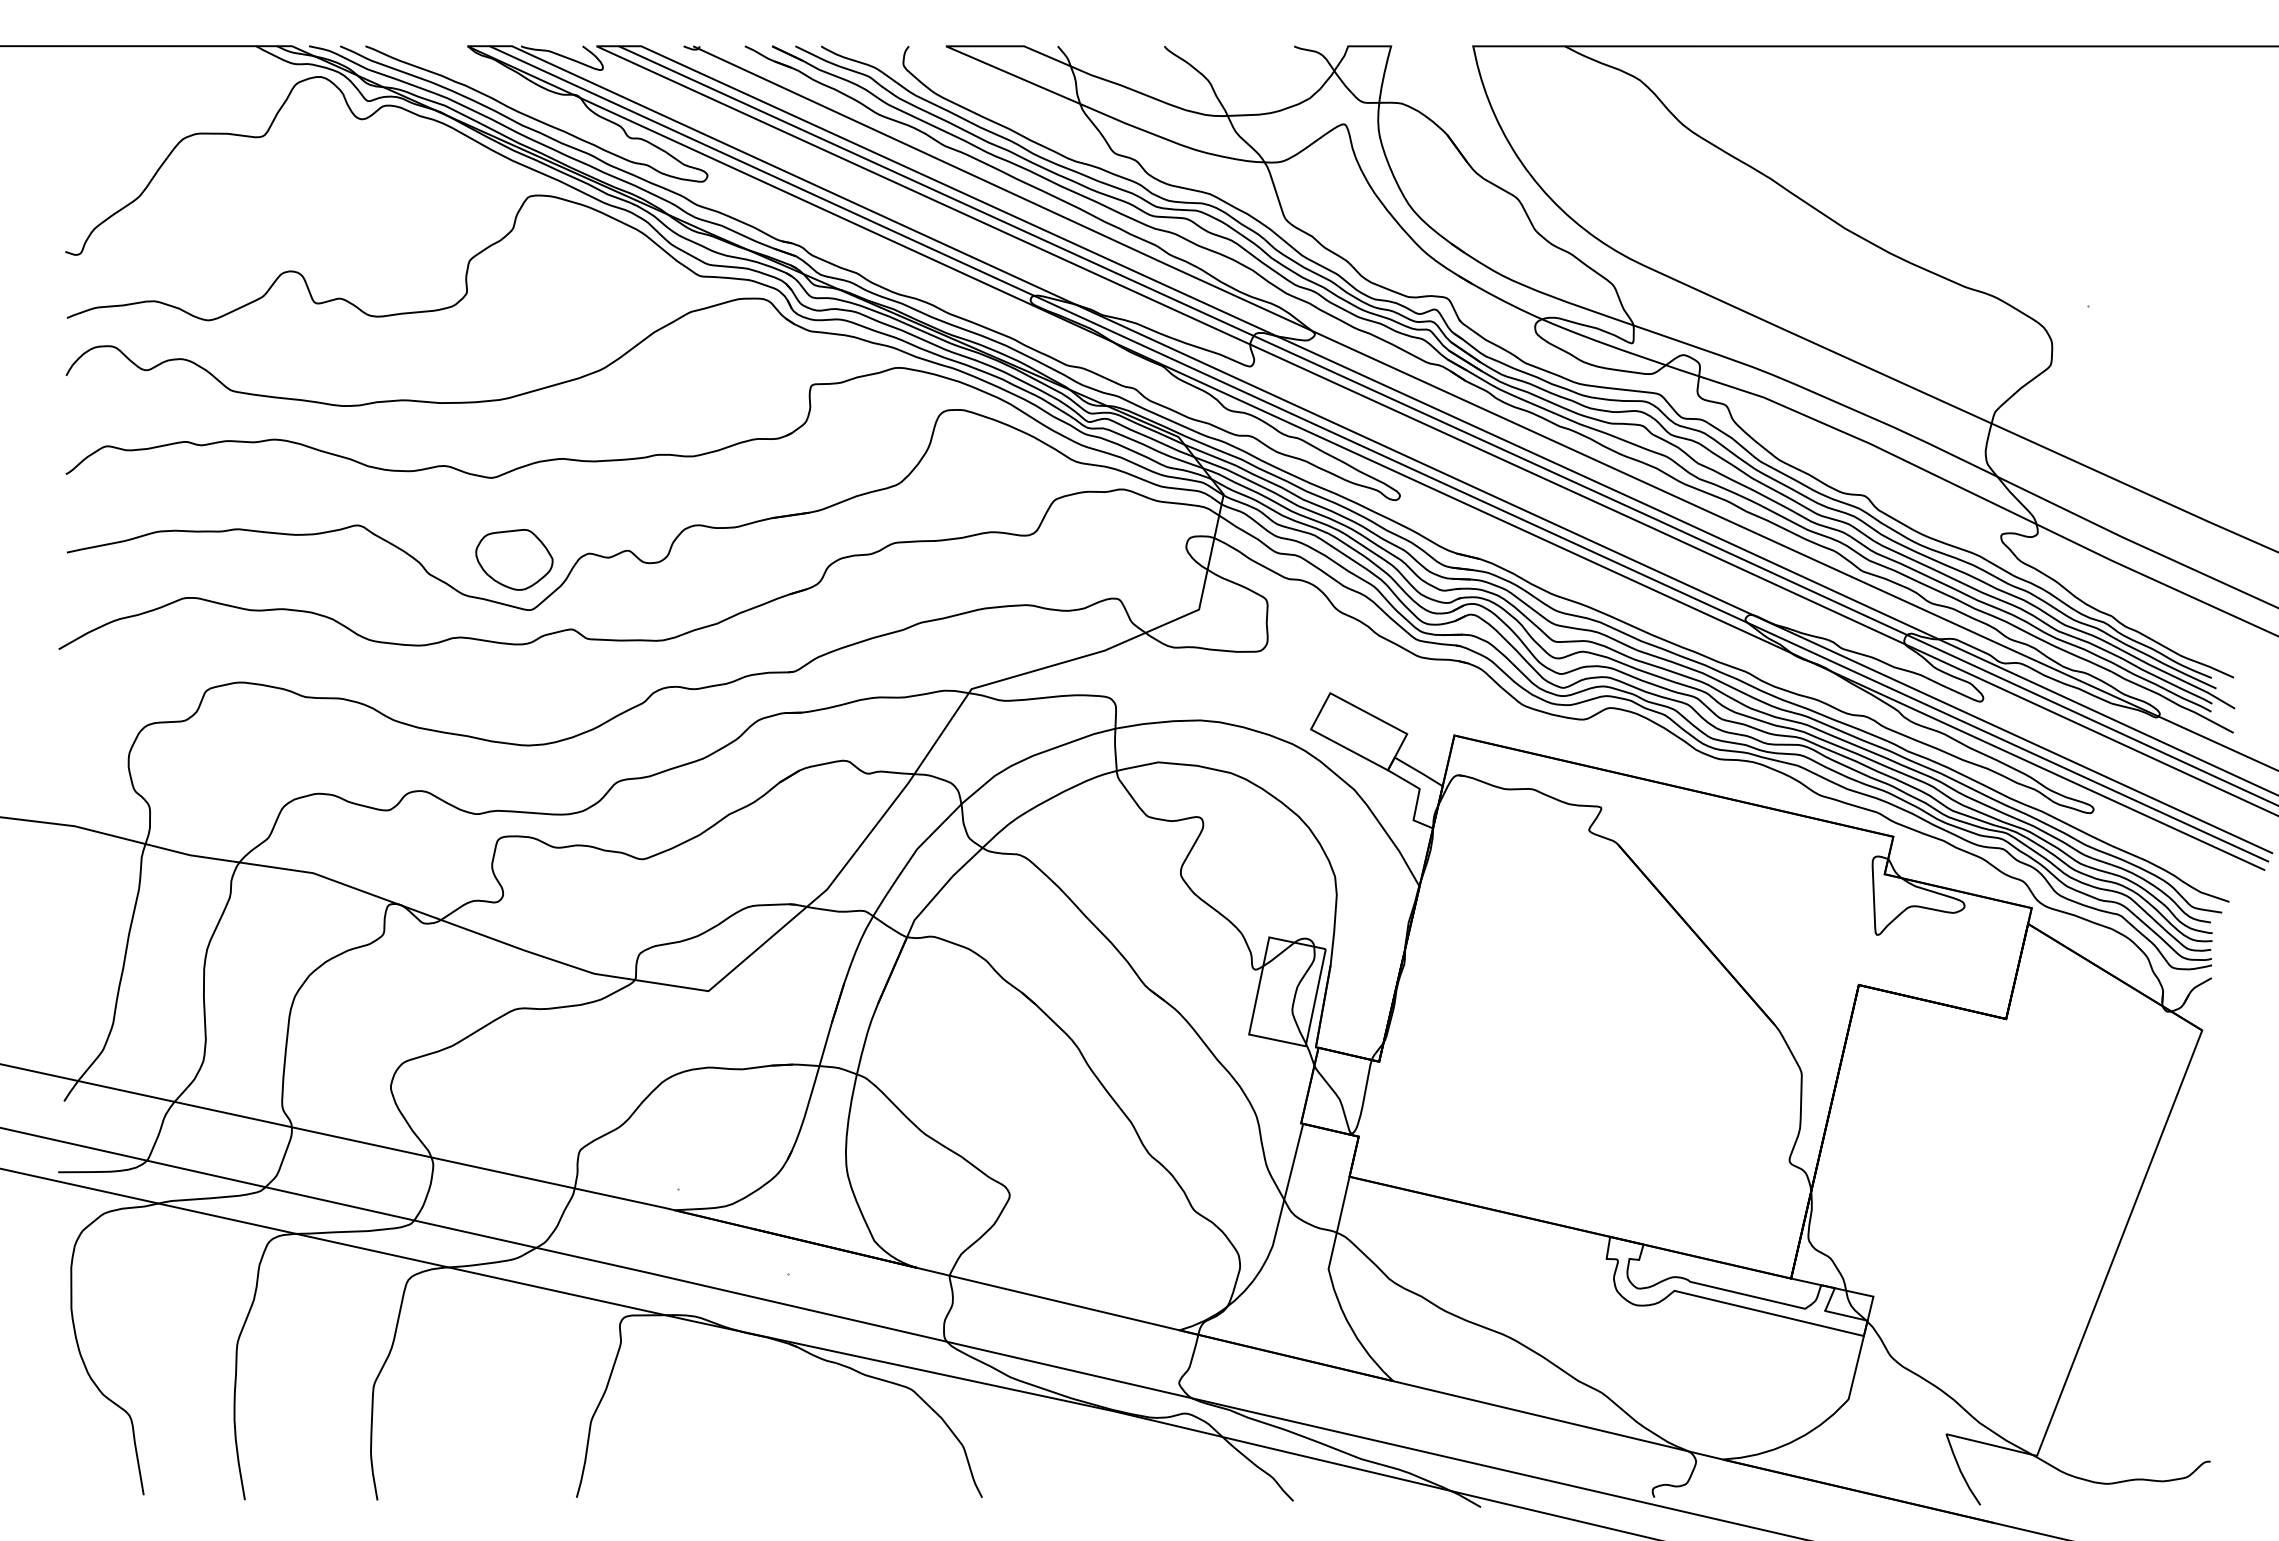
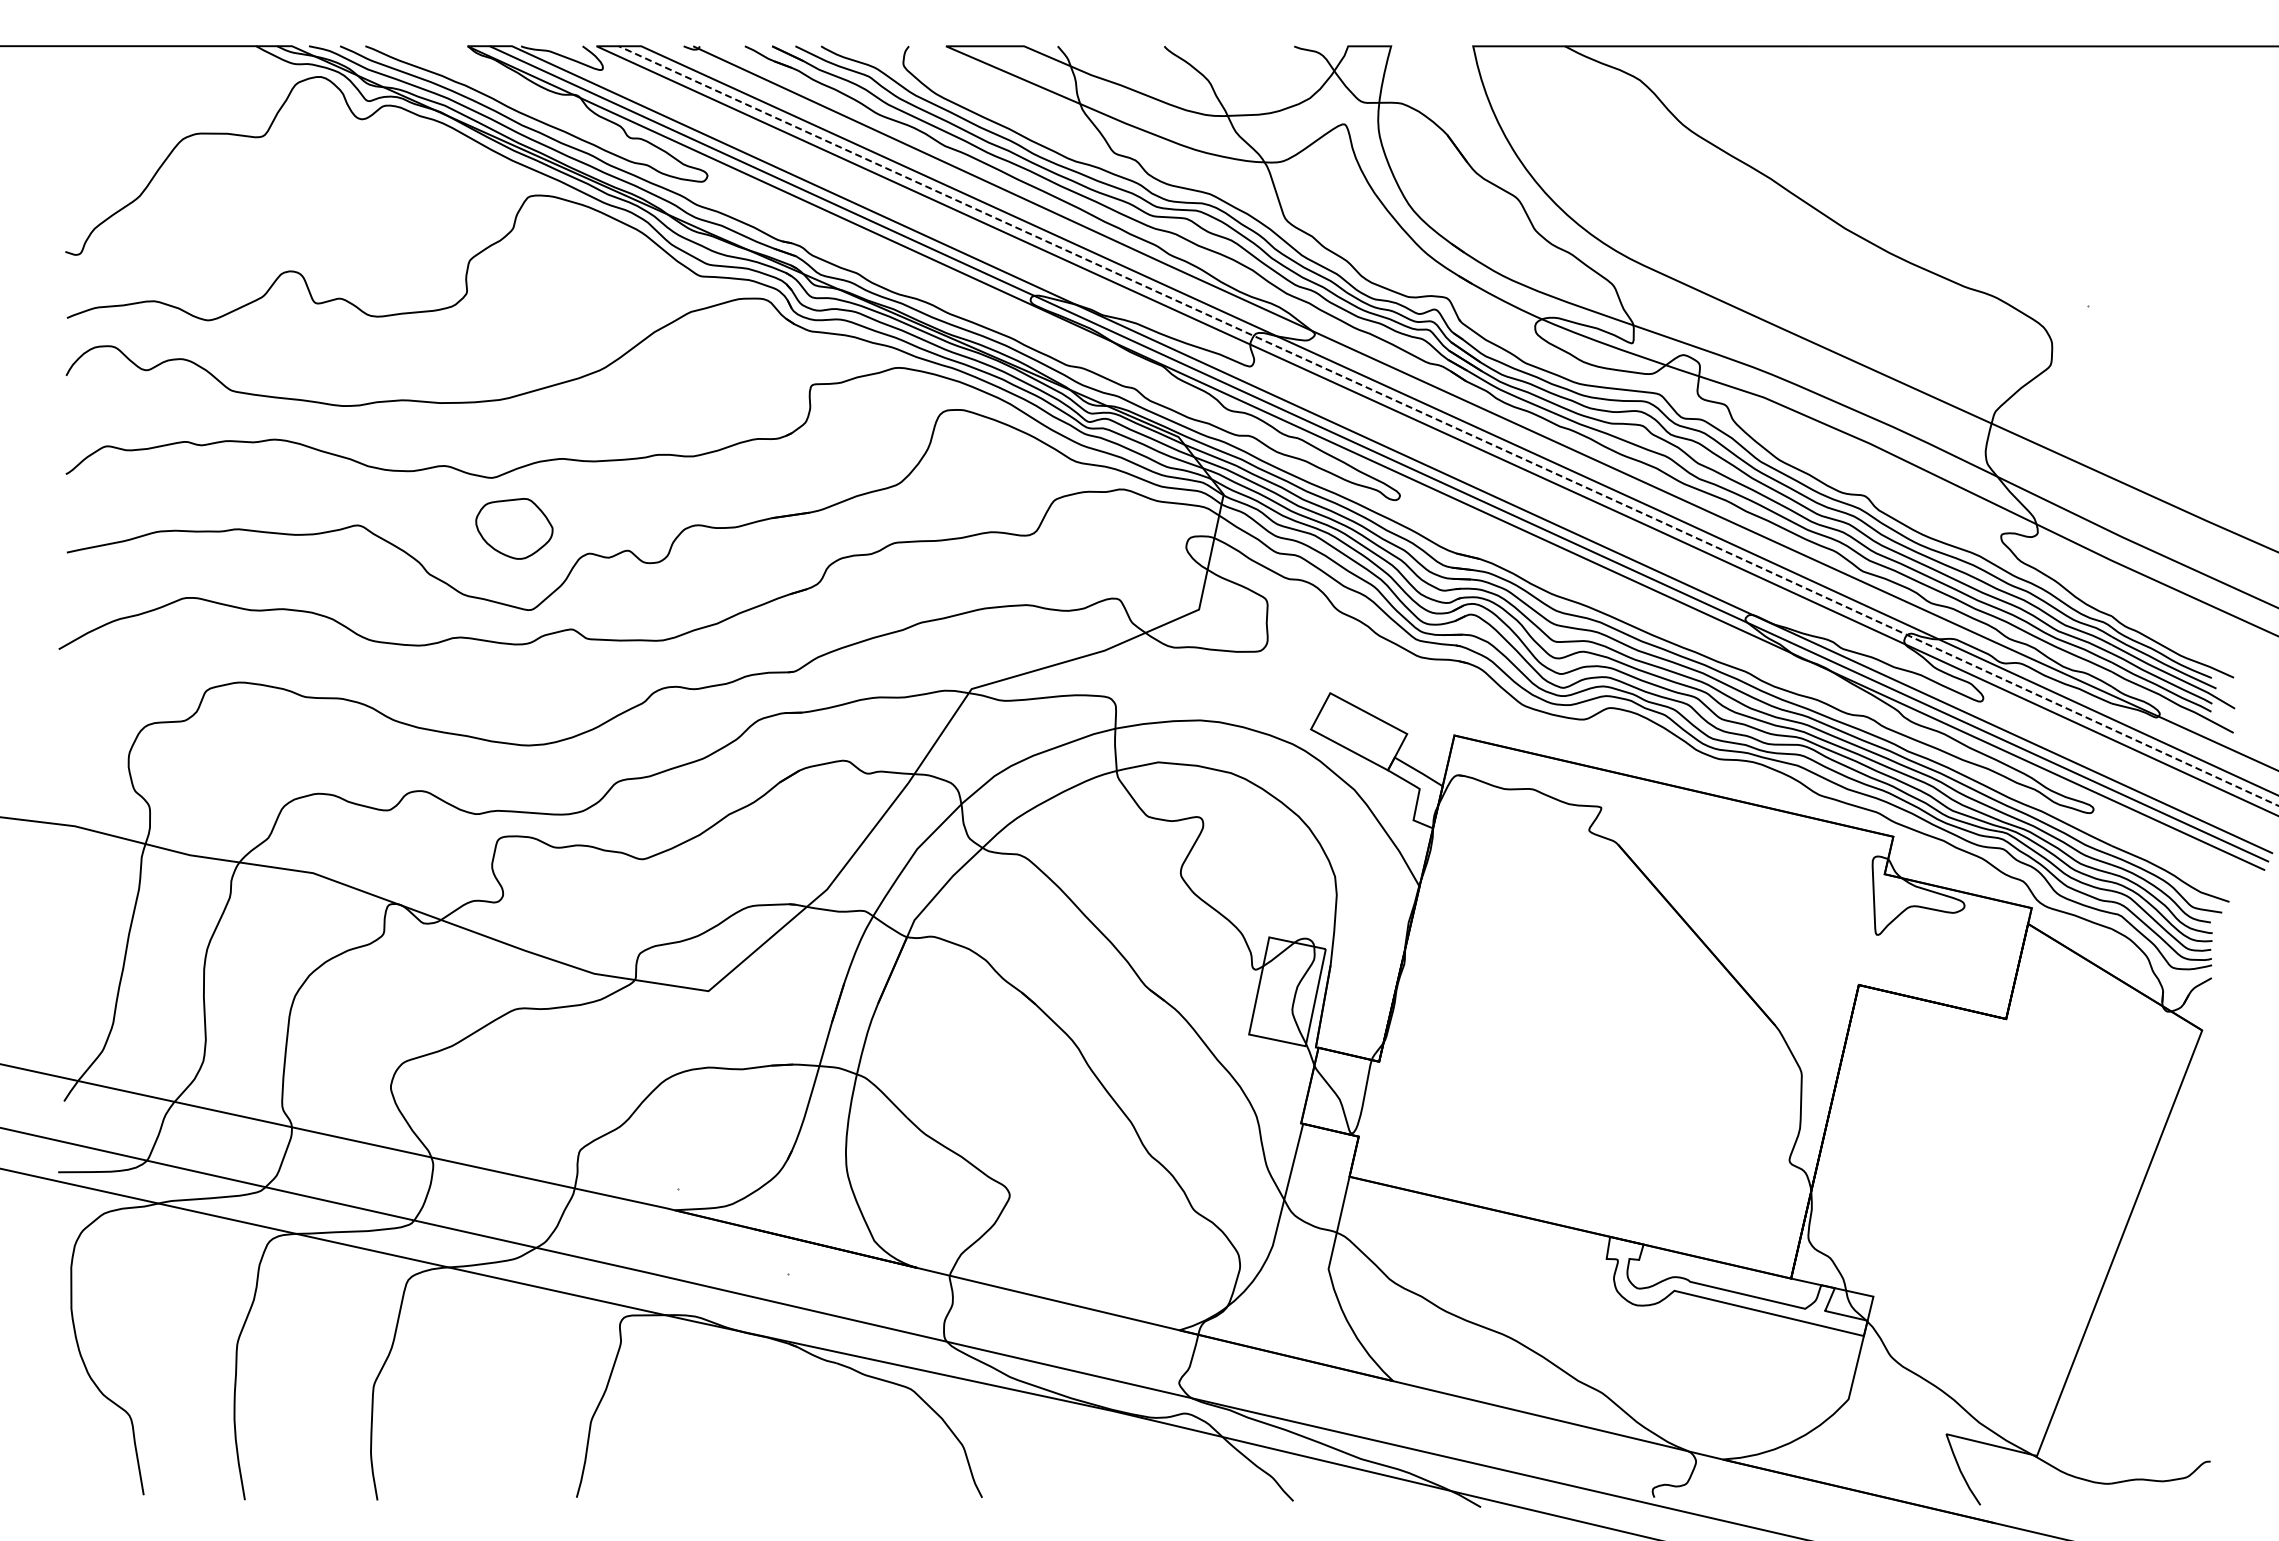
line at (1449, 425): solid -> dashed
part at (514, 559) position: (514, 559) -> (514, 528)
